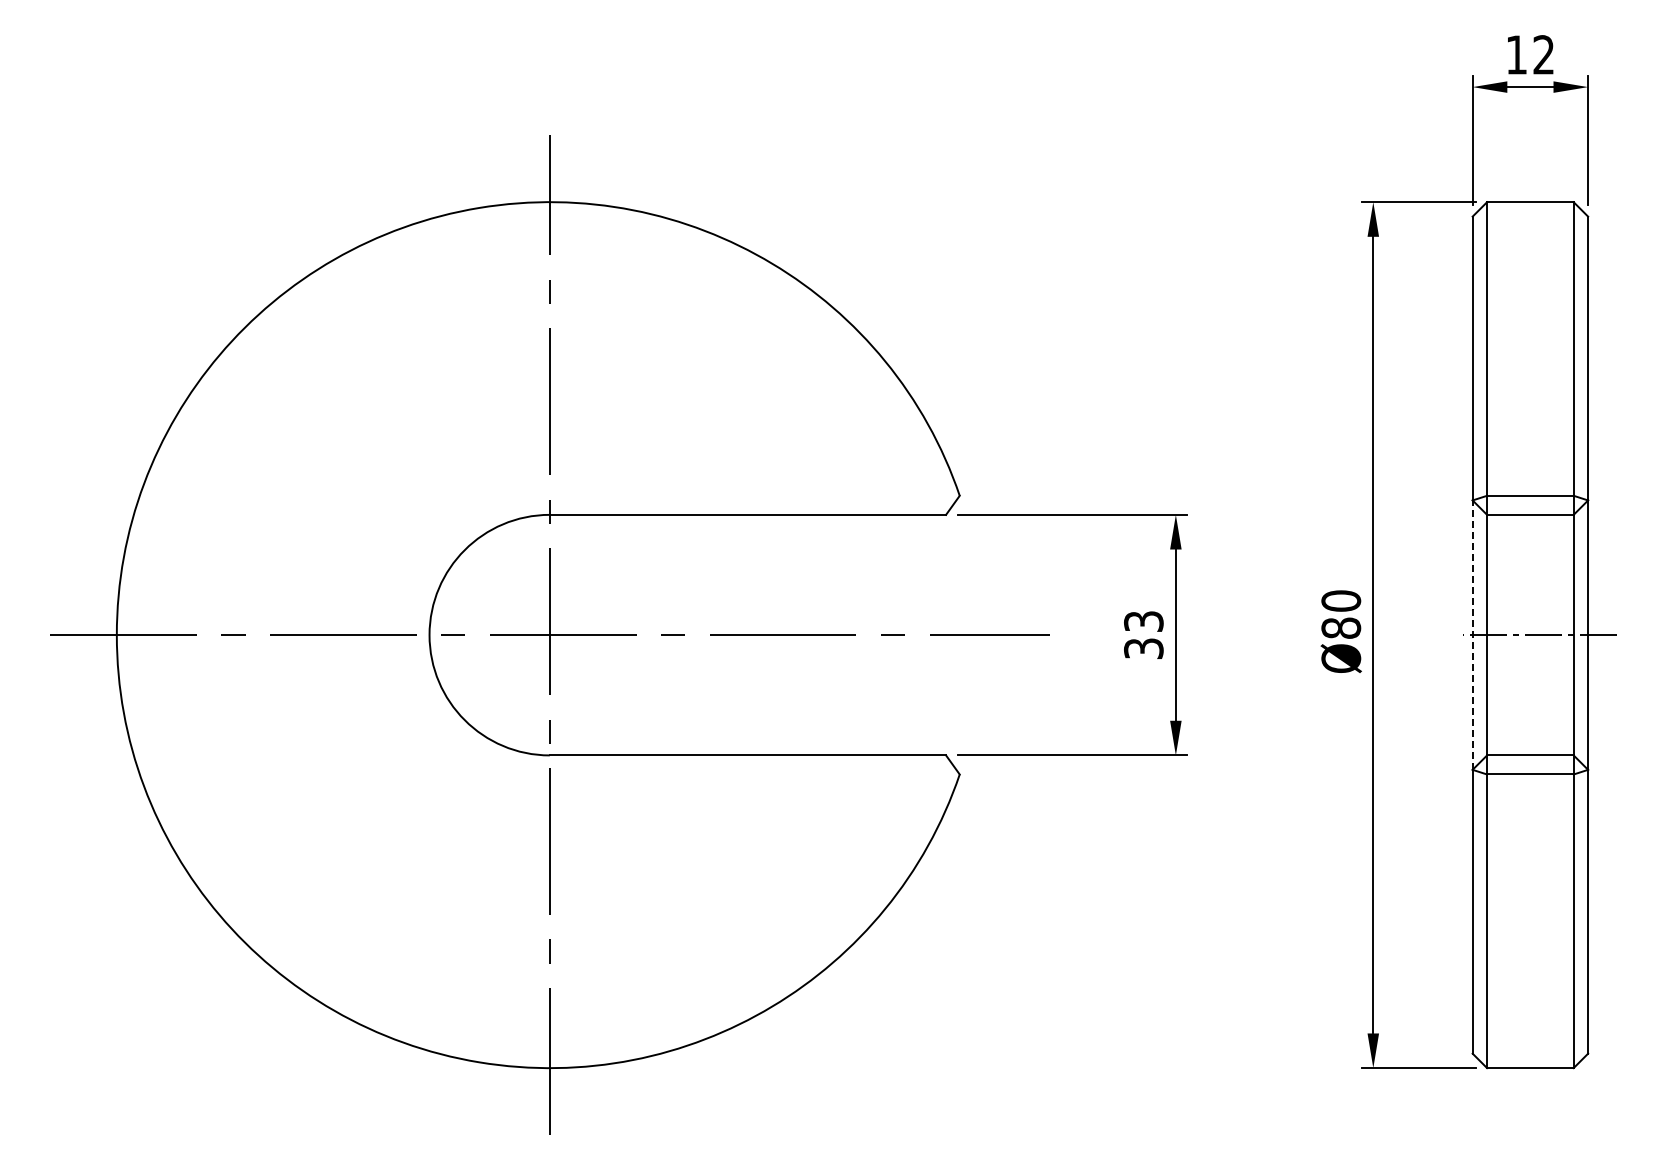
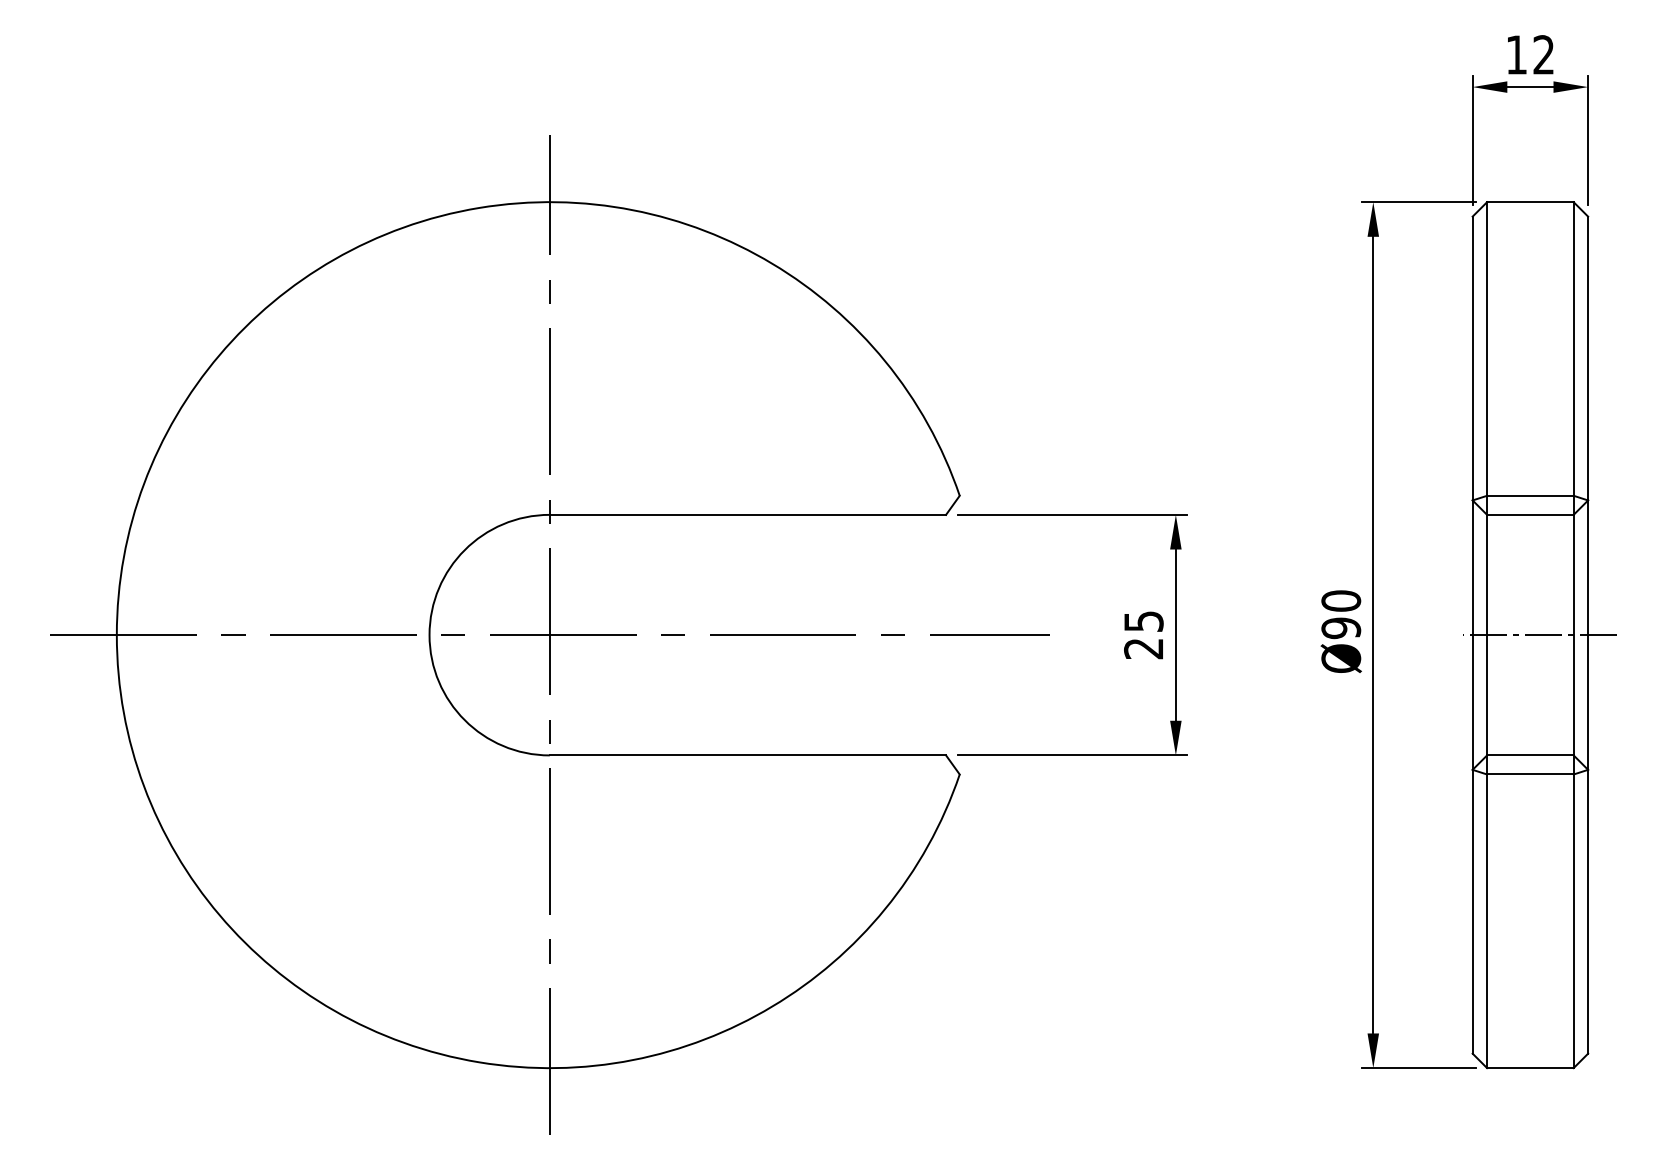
text at (1341, 628): Ø80 -> Ø90
text at (1143, 635): 33 -> 25
line at (1472, 635): dashed -> solid
